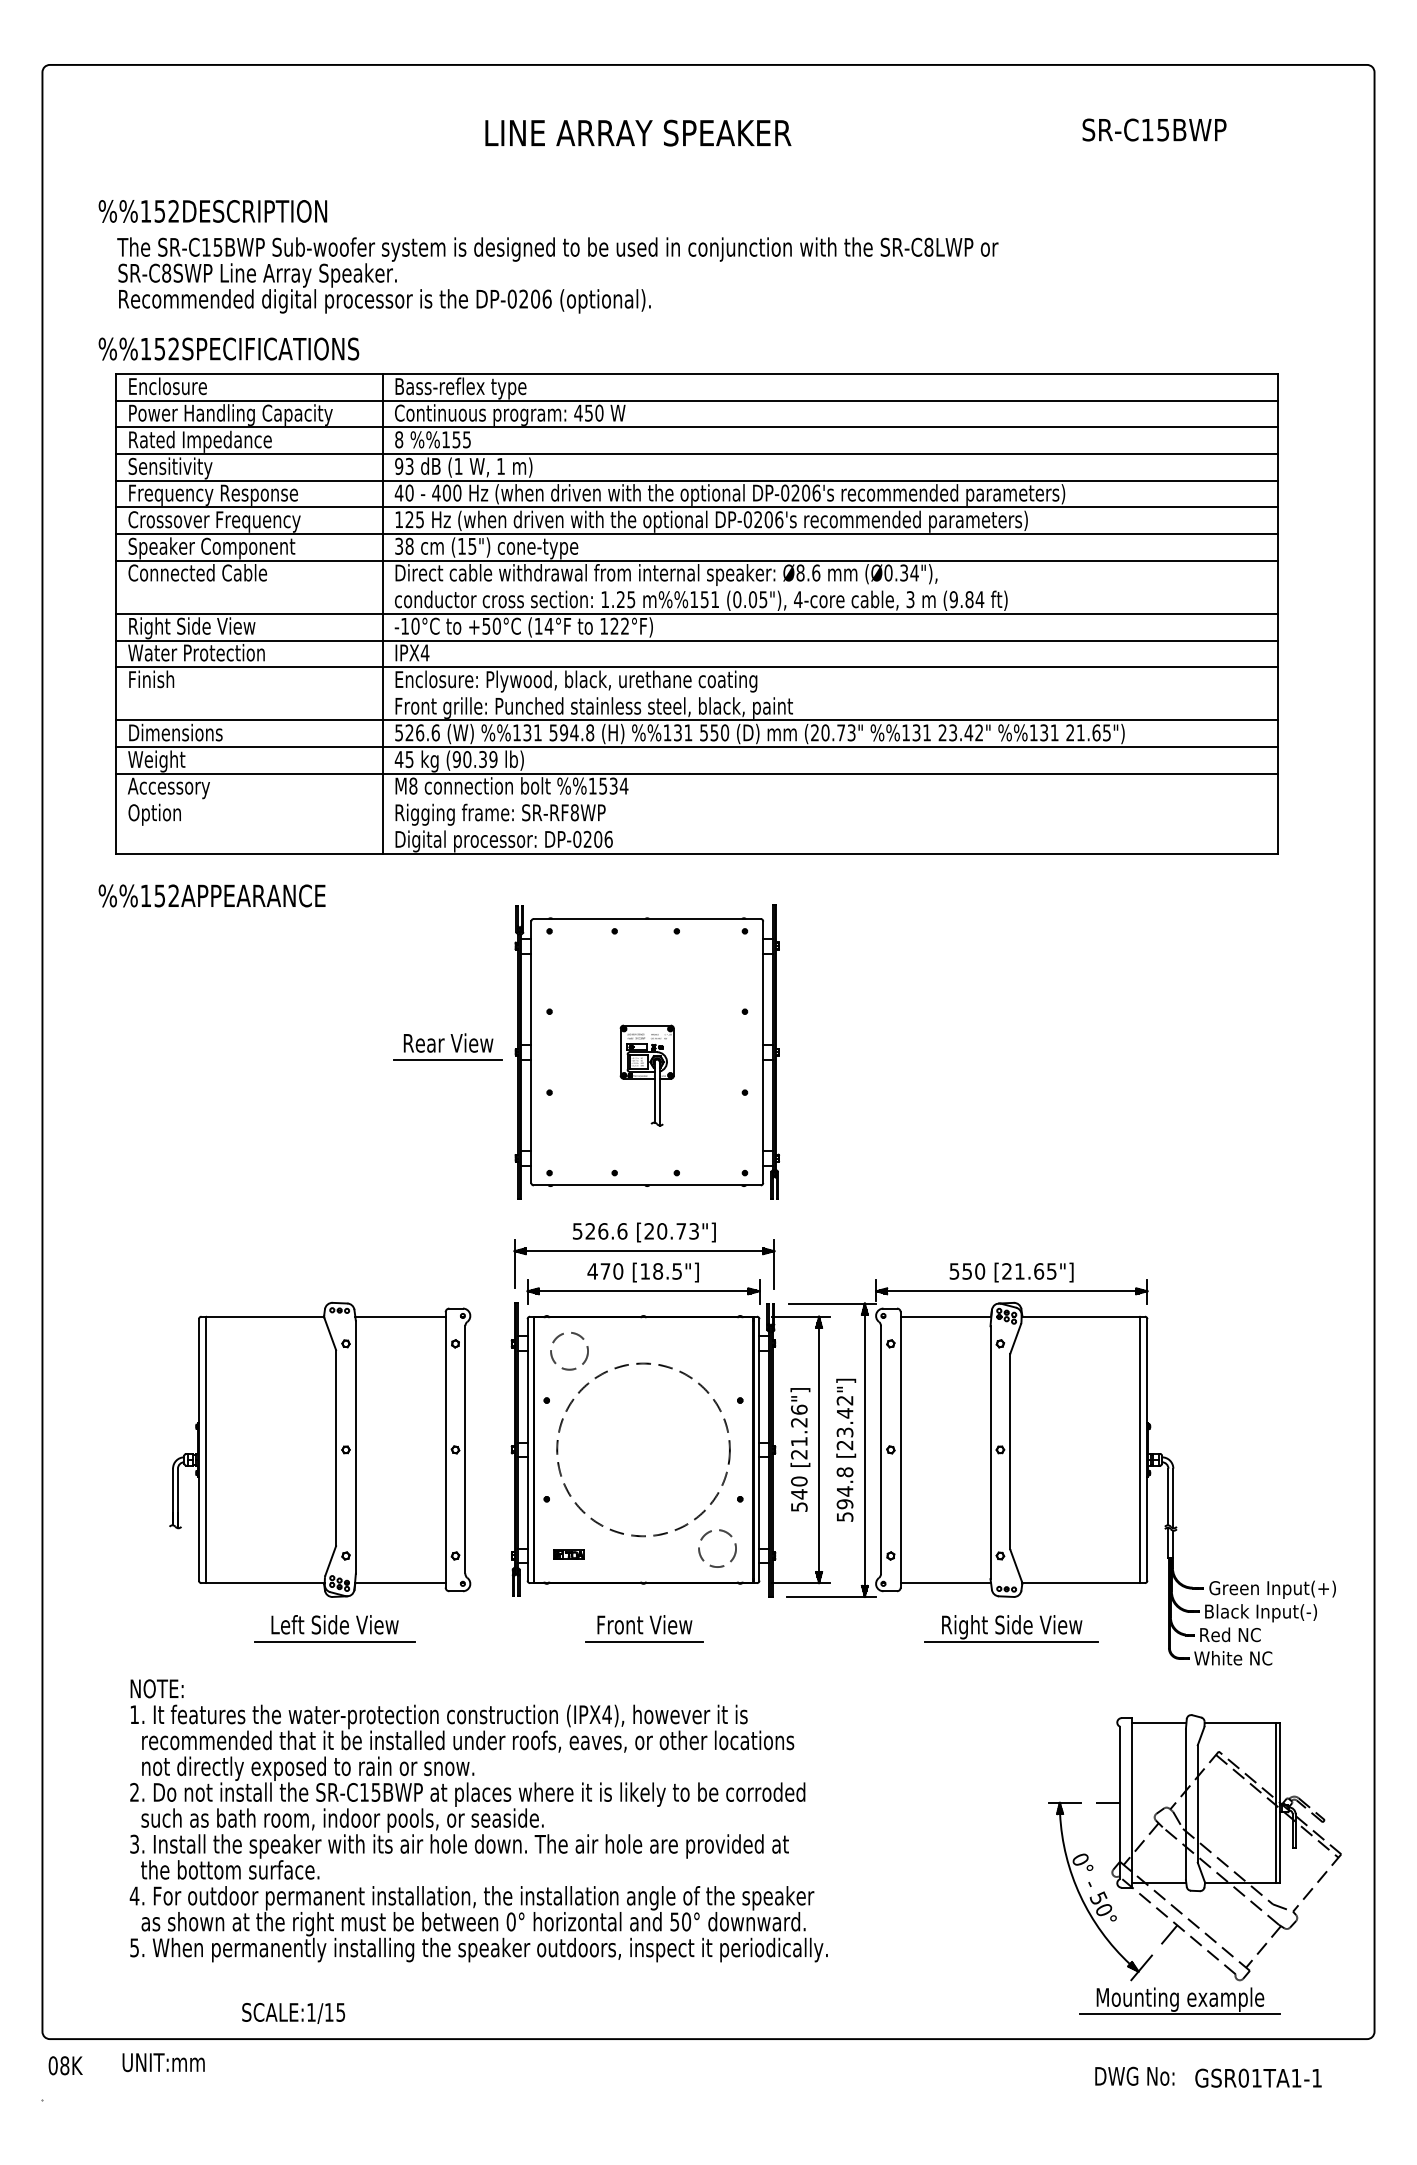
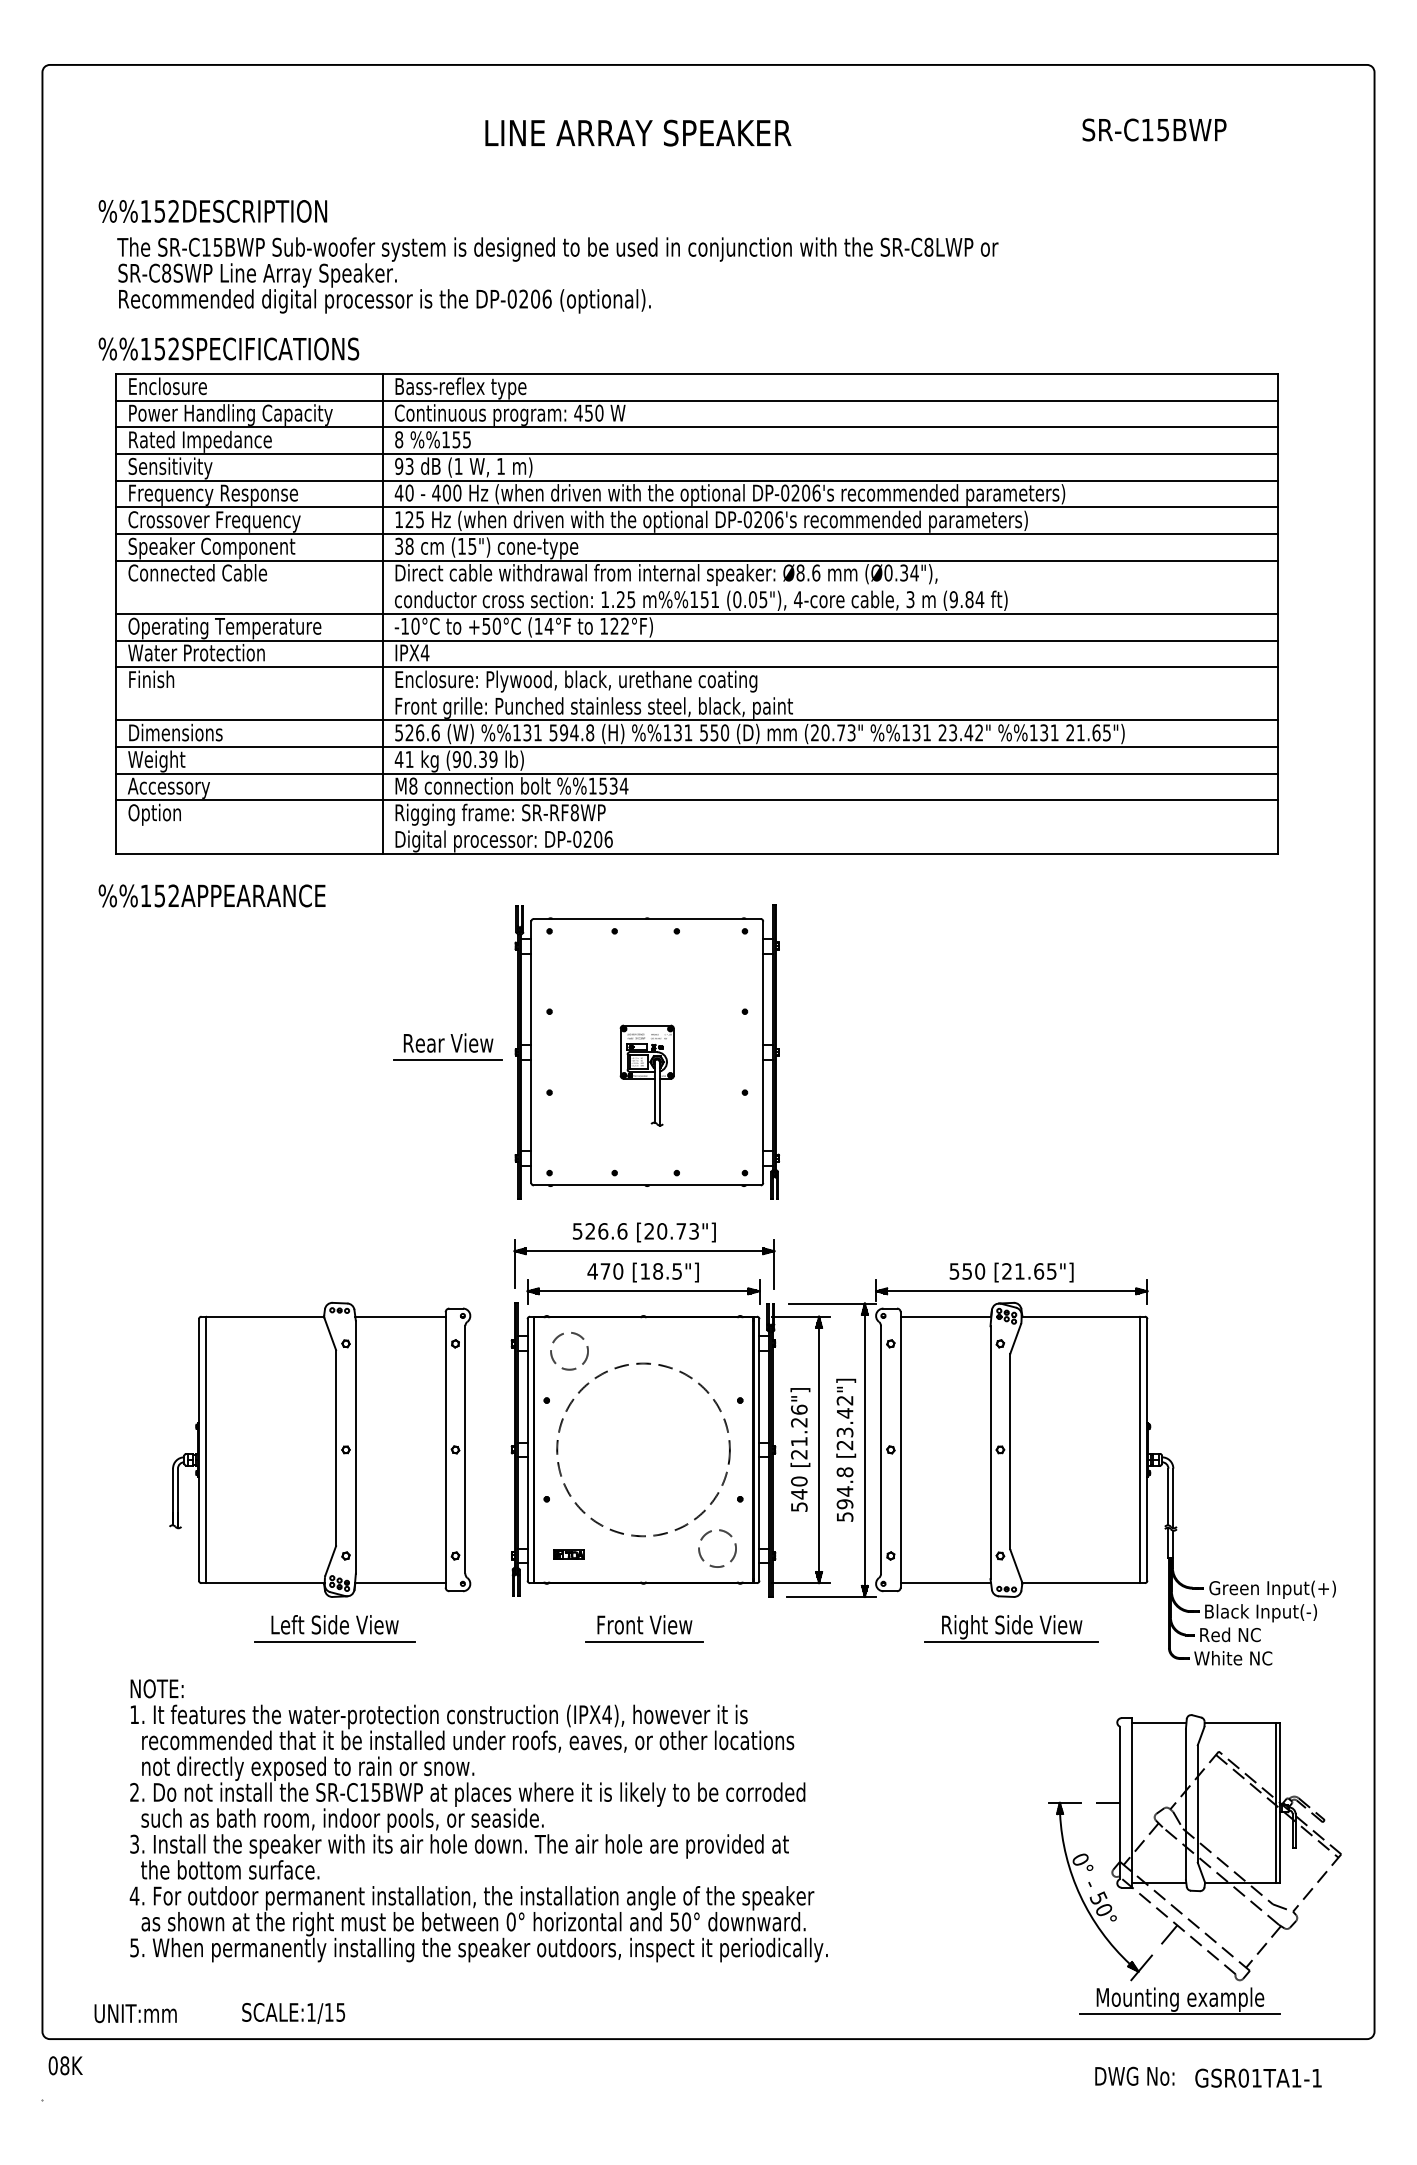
text at (224, 628): Right Side View -> Operating Temperature
text at (409, 759): 45 -> 41
line at (697, 800): none -> present
text at (163, 2062) position: (163, 2062) -> (135, 2013)
